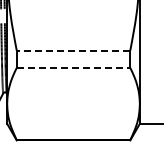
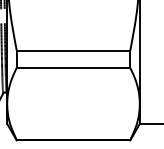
line at (73, 50): dashed -> solid
line at (73, 67): dashed -> solid
